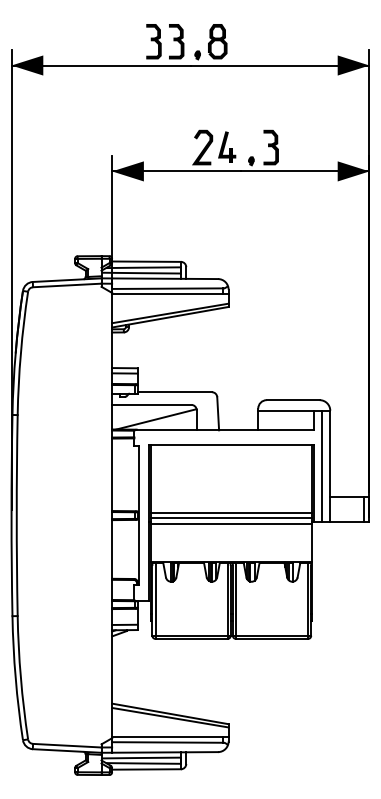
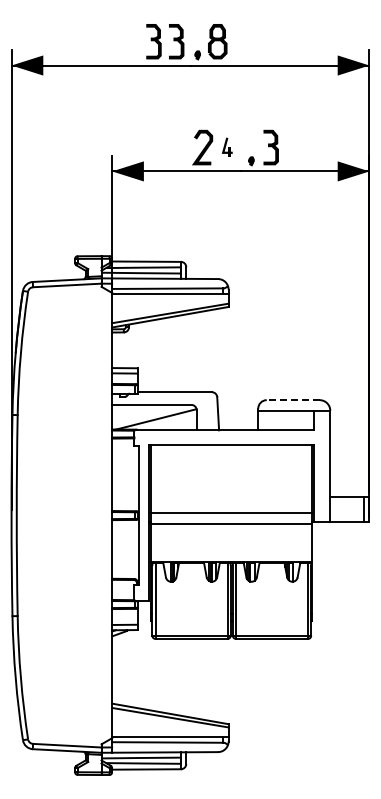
part at (227, 146) size: 19x32 px -> 11x20 px
line at (292, 400): solid -> dashed
line at (321, 466): present -> none
line at (231, 518): present -> none
